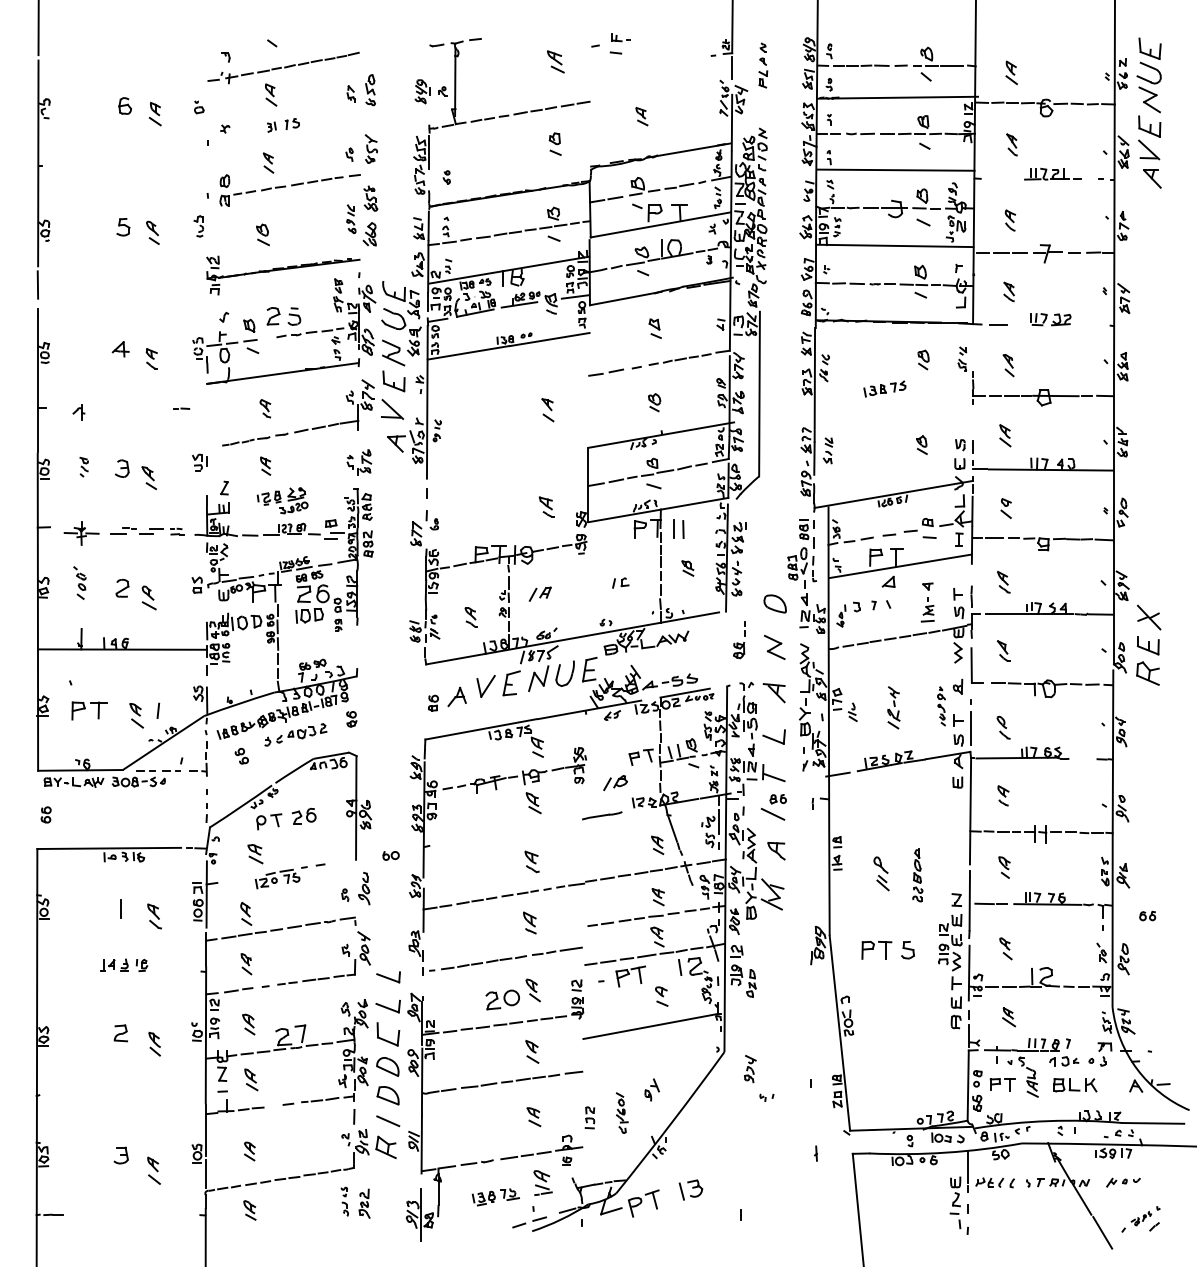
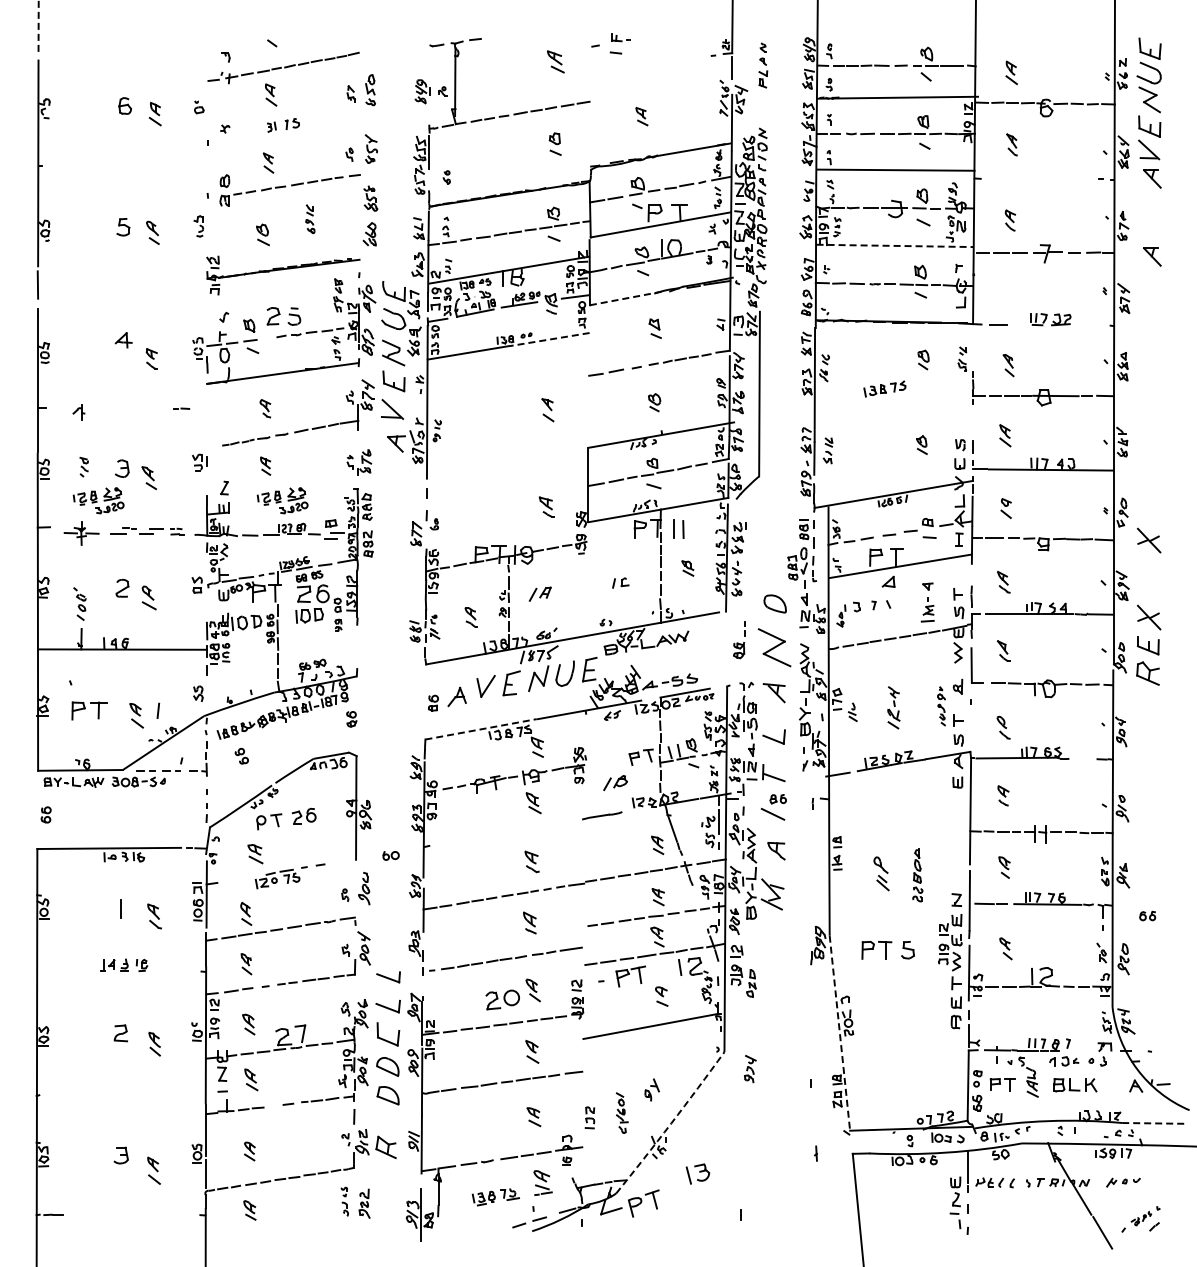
line at (38, 28): solid -> dashed
part at (1052, 173): present -> none
part at (351, 219) position: (351, 219) -> (310, 219)
line at (895, 245): solid -> dashed
part at (1152, 256): none -> present
part at (1008, 291): present -> none
line at (625, 298): solid -> dashed
line at (549, 339): solid -> dashed
part at (120, 349) position: (120, 349) -> (123, 340)
part at (98, 500): none -> present
part at (1148, 540): none -> present
part at (79, 582) position: (79, 582) -> (79, 603)
part at (774, 646) size: 22x26 px -> 35x40 px
line at (206, 699): present -> none
line at (970, 728): present -> none
line at (481, 729): solid -> dashed
part at (295, 734): present -> none
part at (1009, 1017): present -> none
line at (839, 1033): solid -> dashed
part at (766, 1097): present -> none
line at (388, 1121): present -> none
arc at (671, 1123): solid -> dashed
line at (1153, 1123): solid -> dashed
part at (690, 1189) position: (690, 1189) -> (697, 1173)
